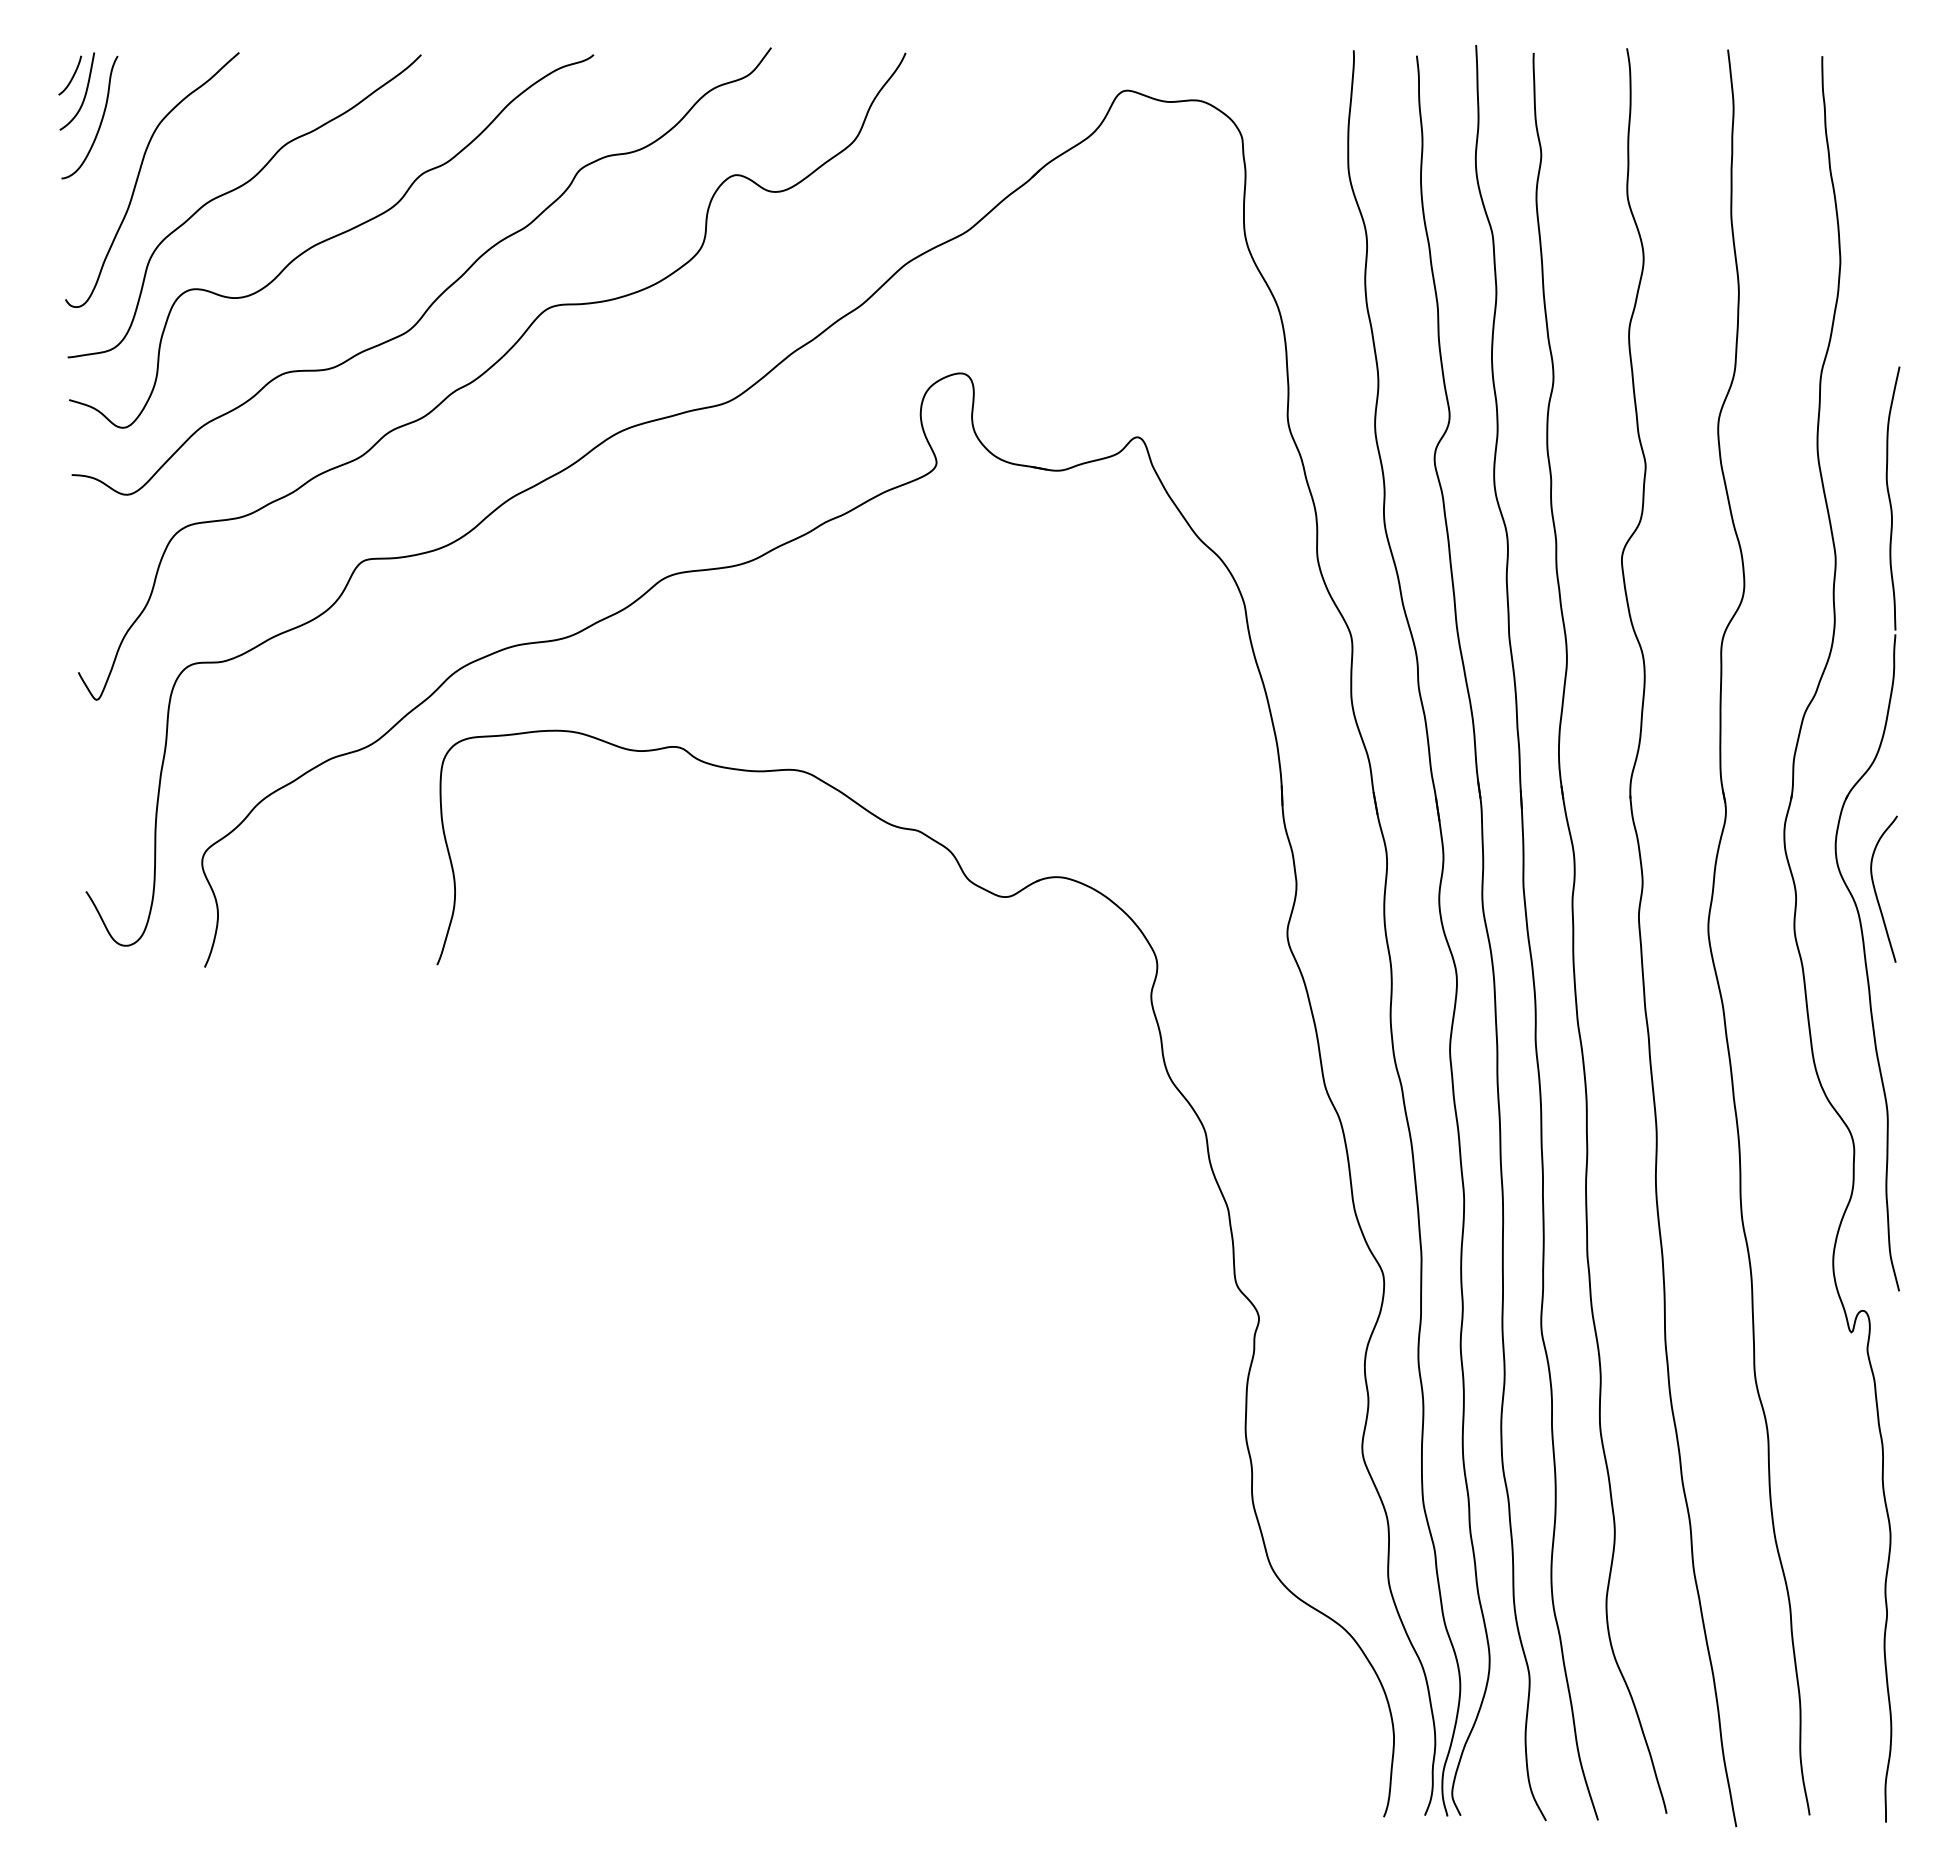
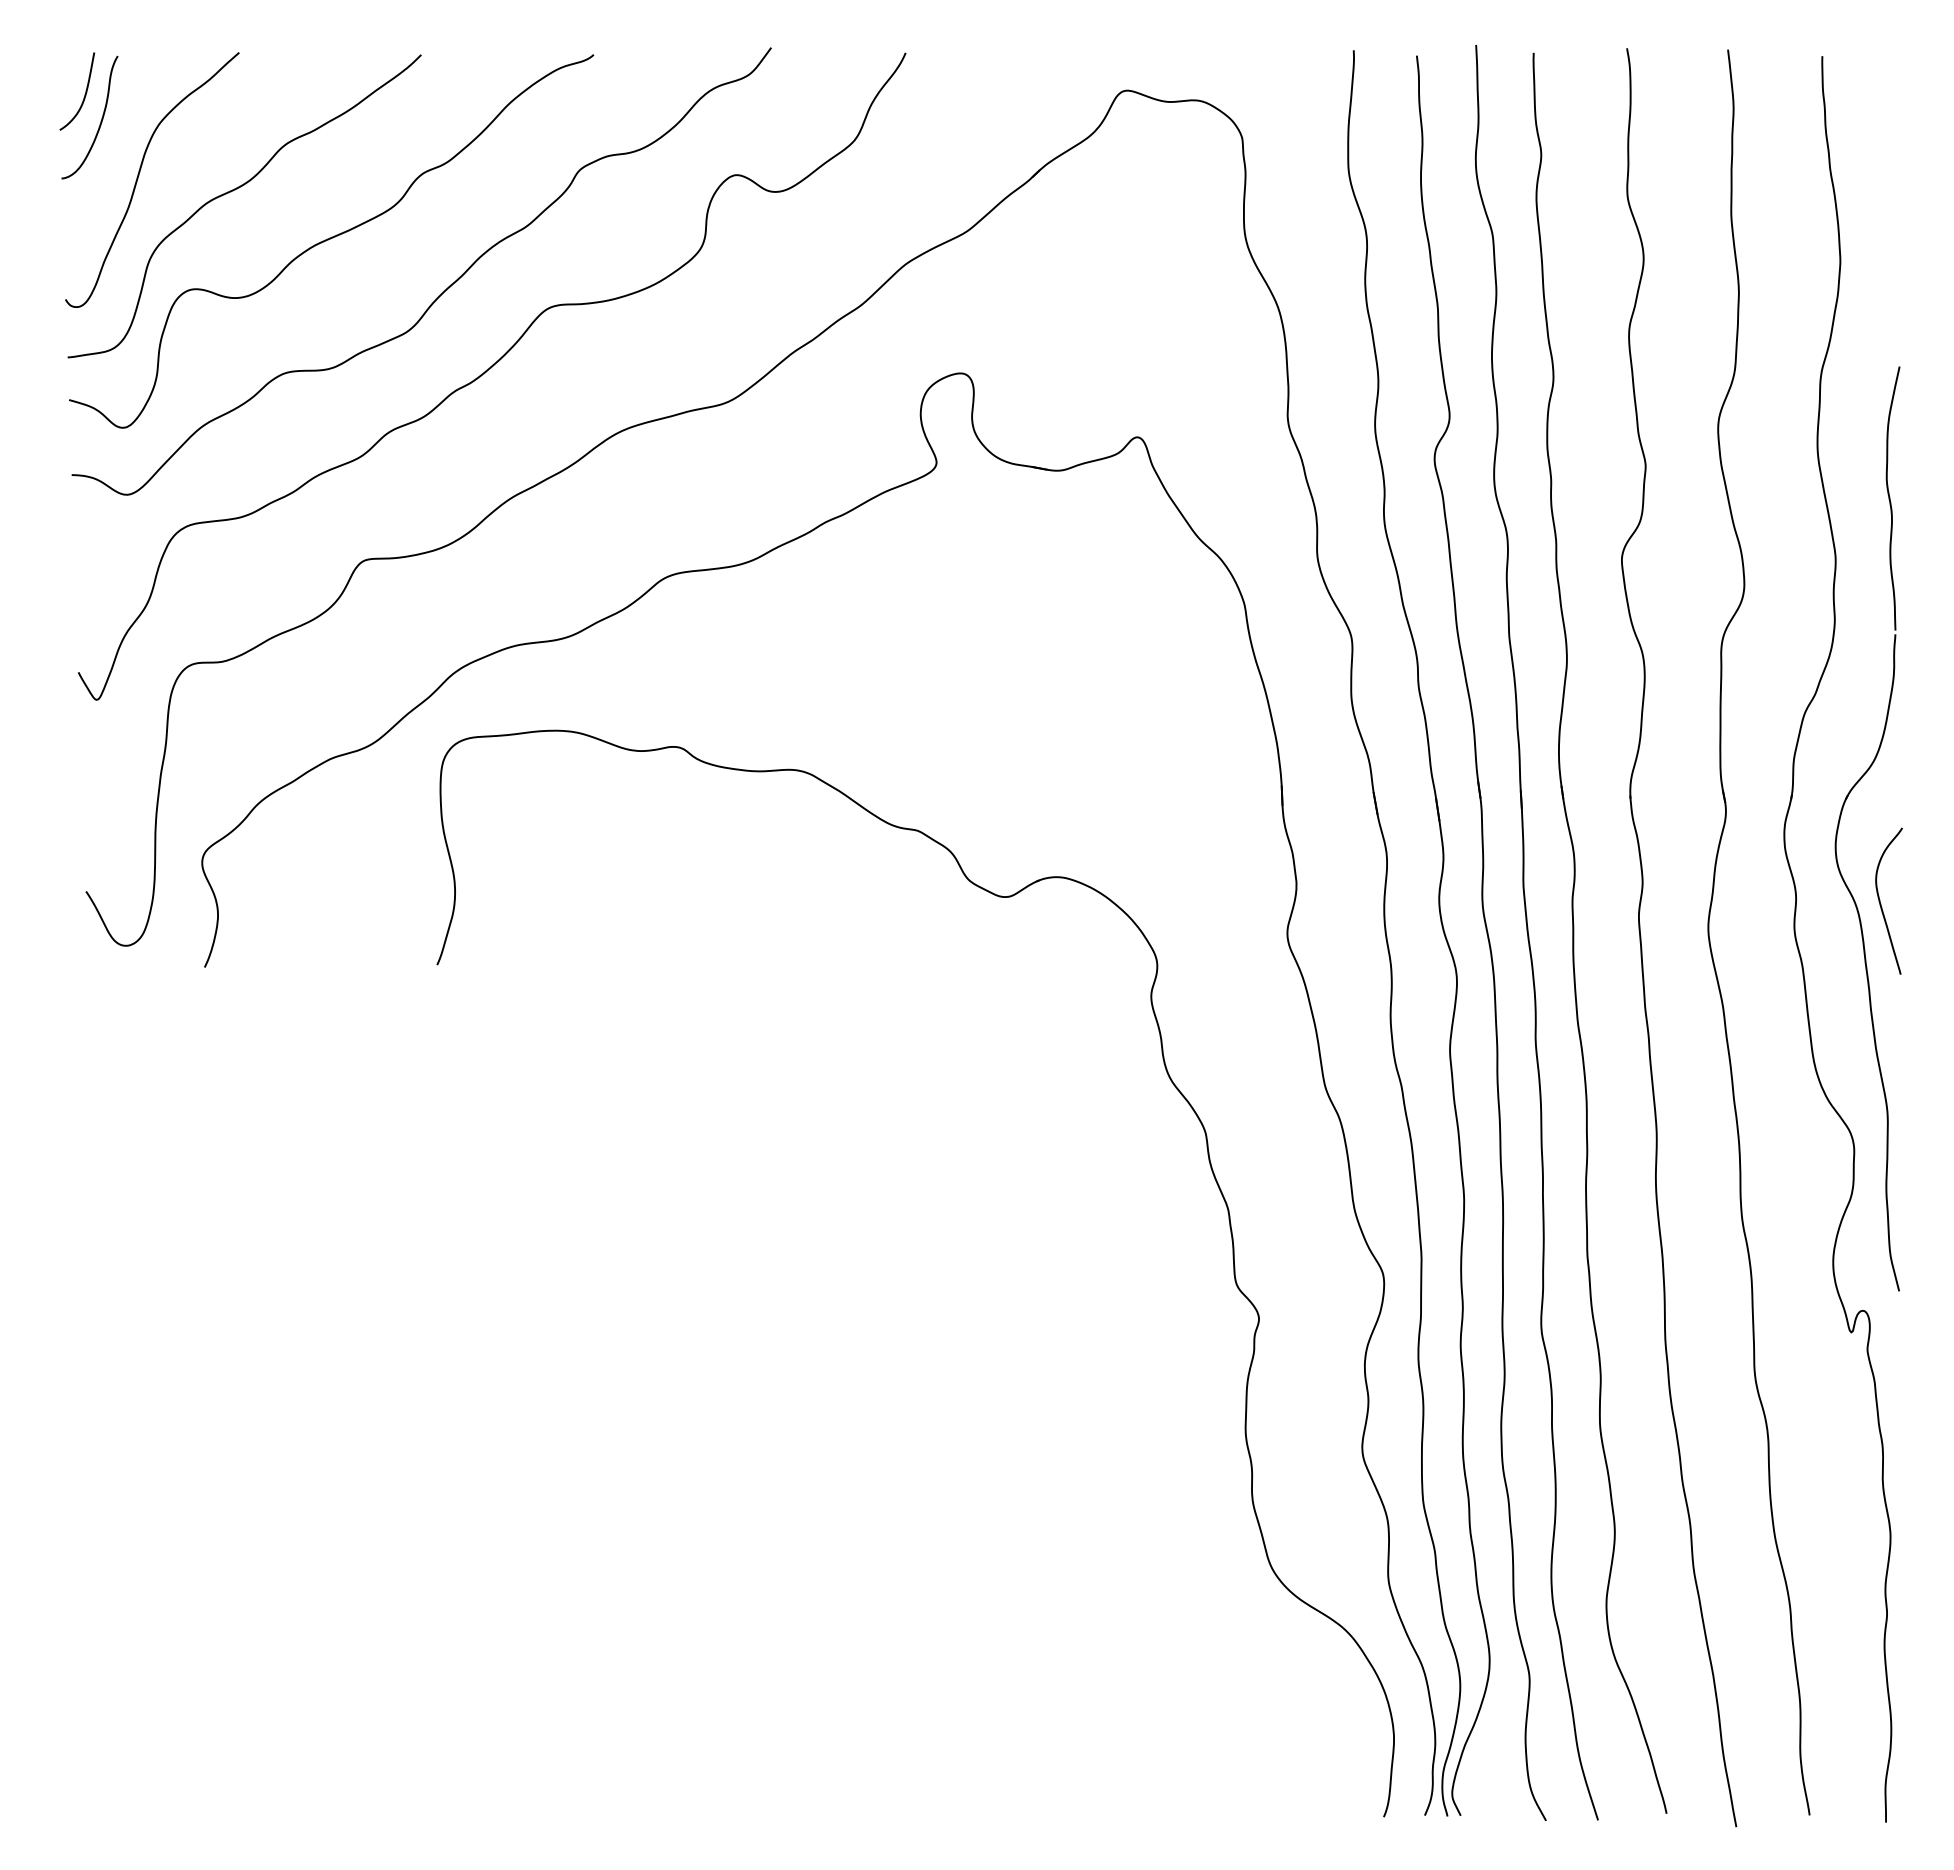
curve at (71, 77): present -> none
curve at (1876, 891) position: (1876, 891) -> (1881, 903)
